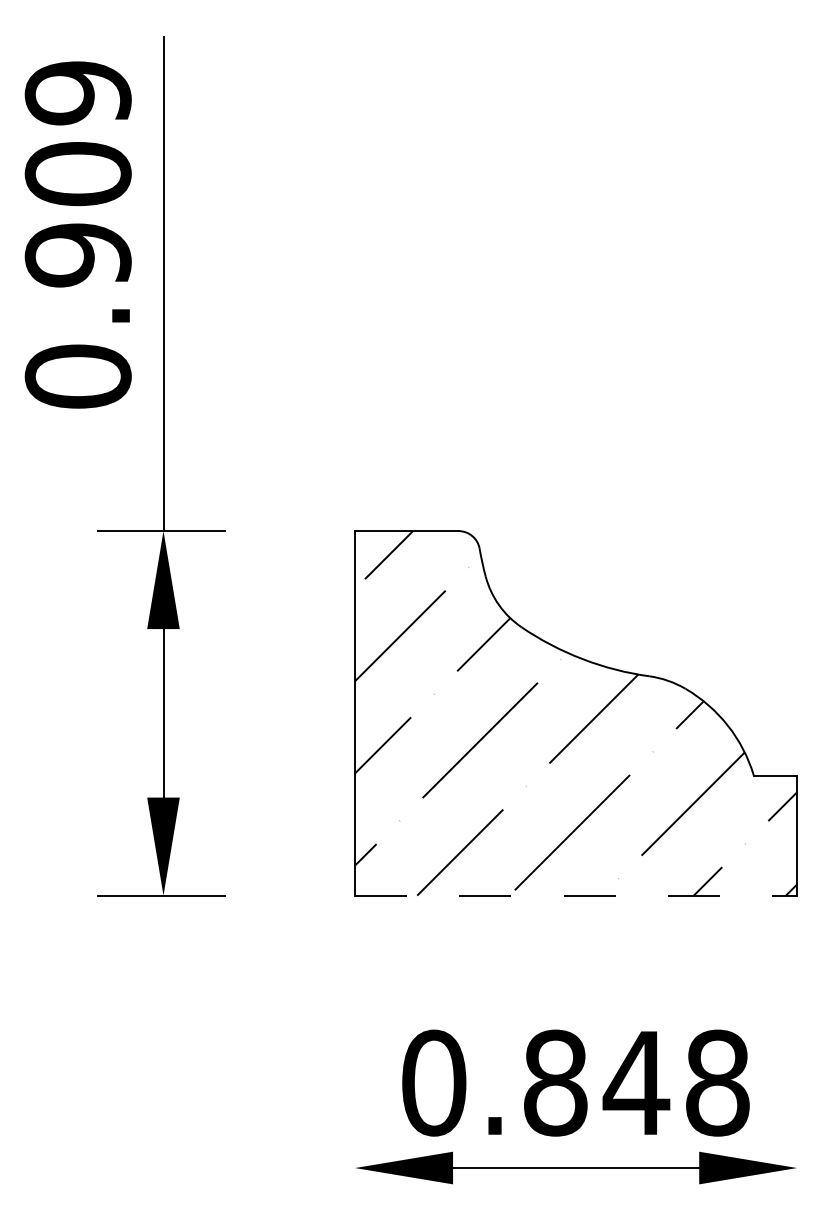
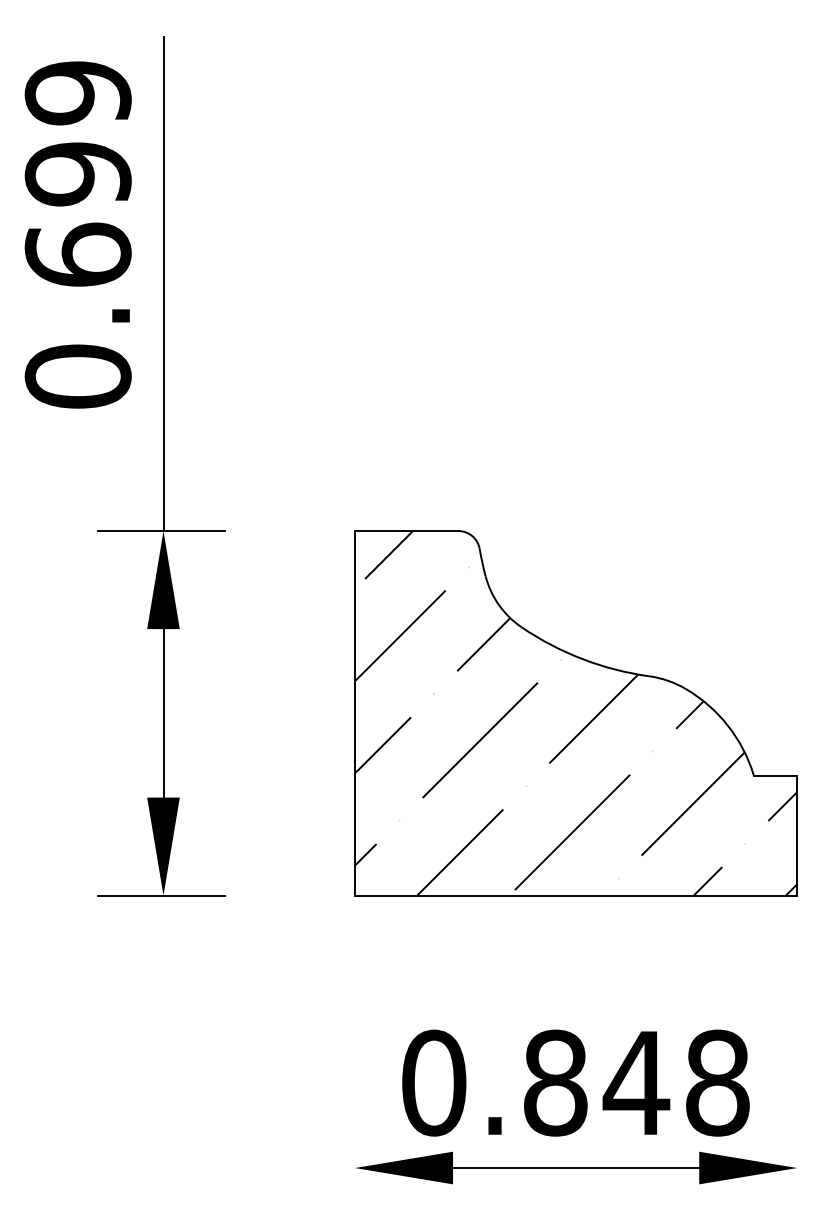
text at (77, 214): 0.909 -> 0.699
line at (576, 895): dashed -> solid
